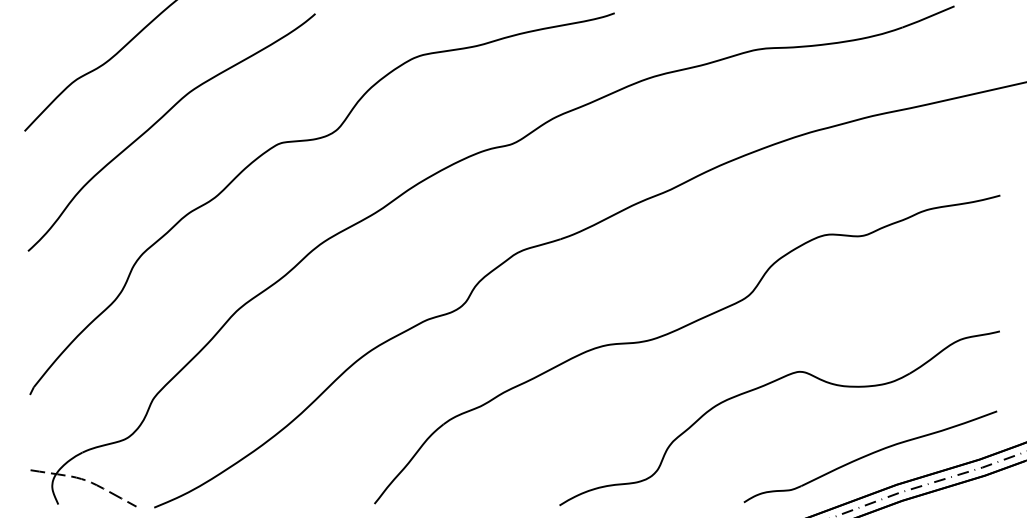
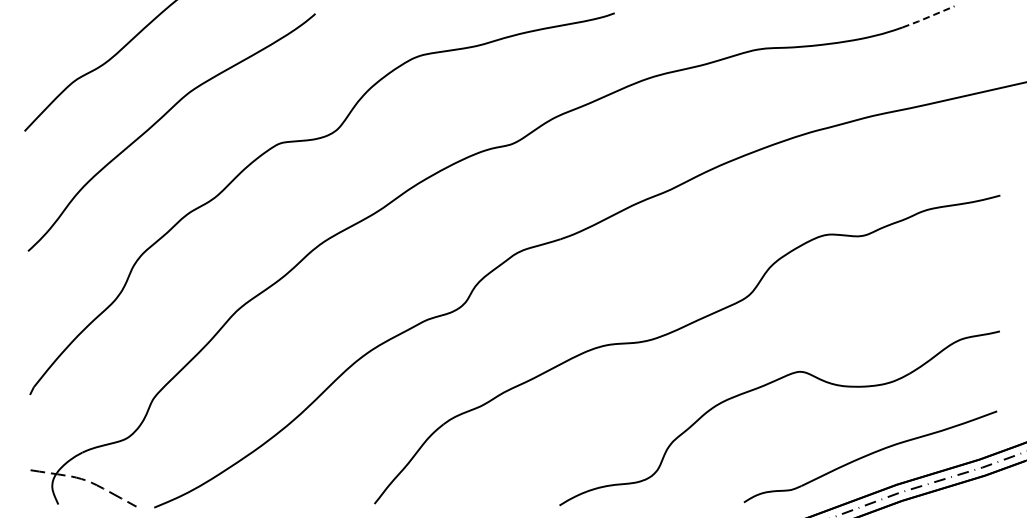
line at (927, 17): solid -> dashed
